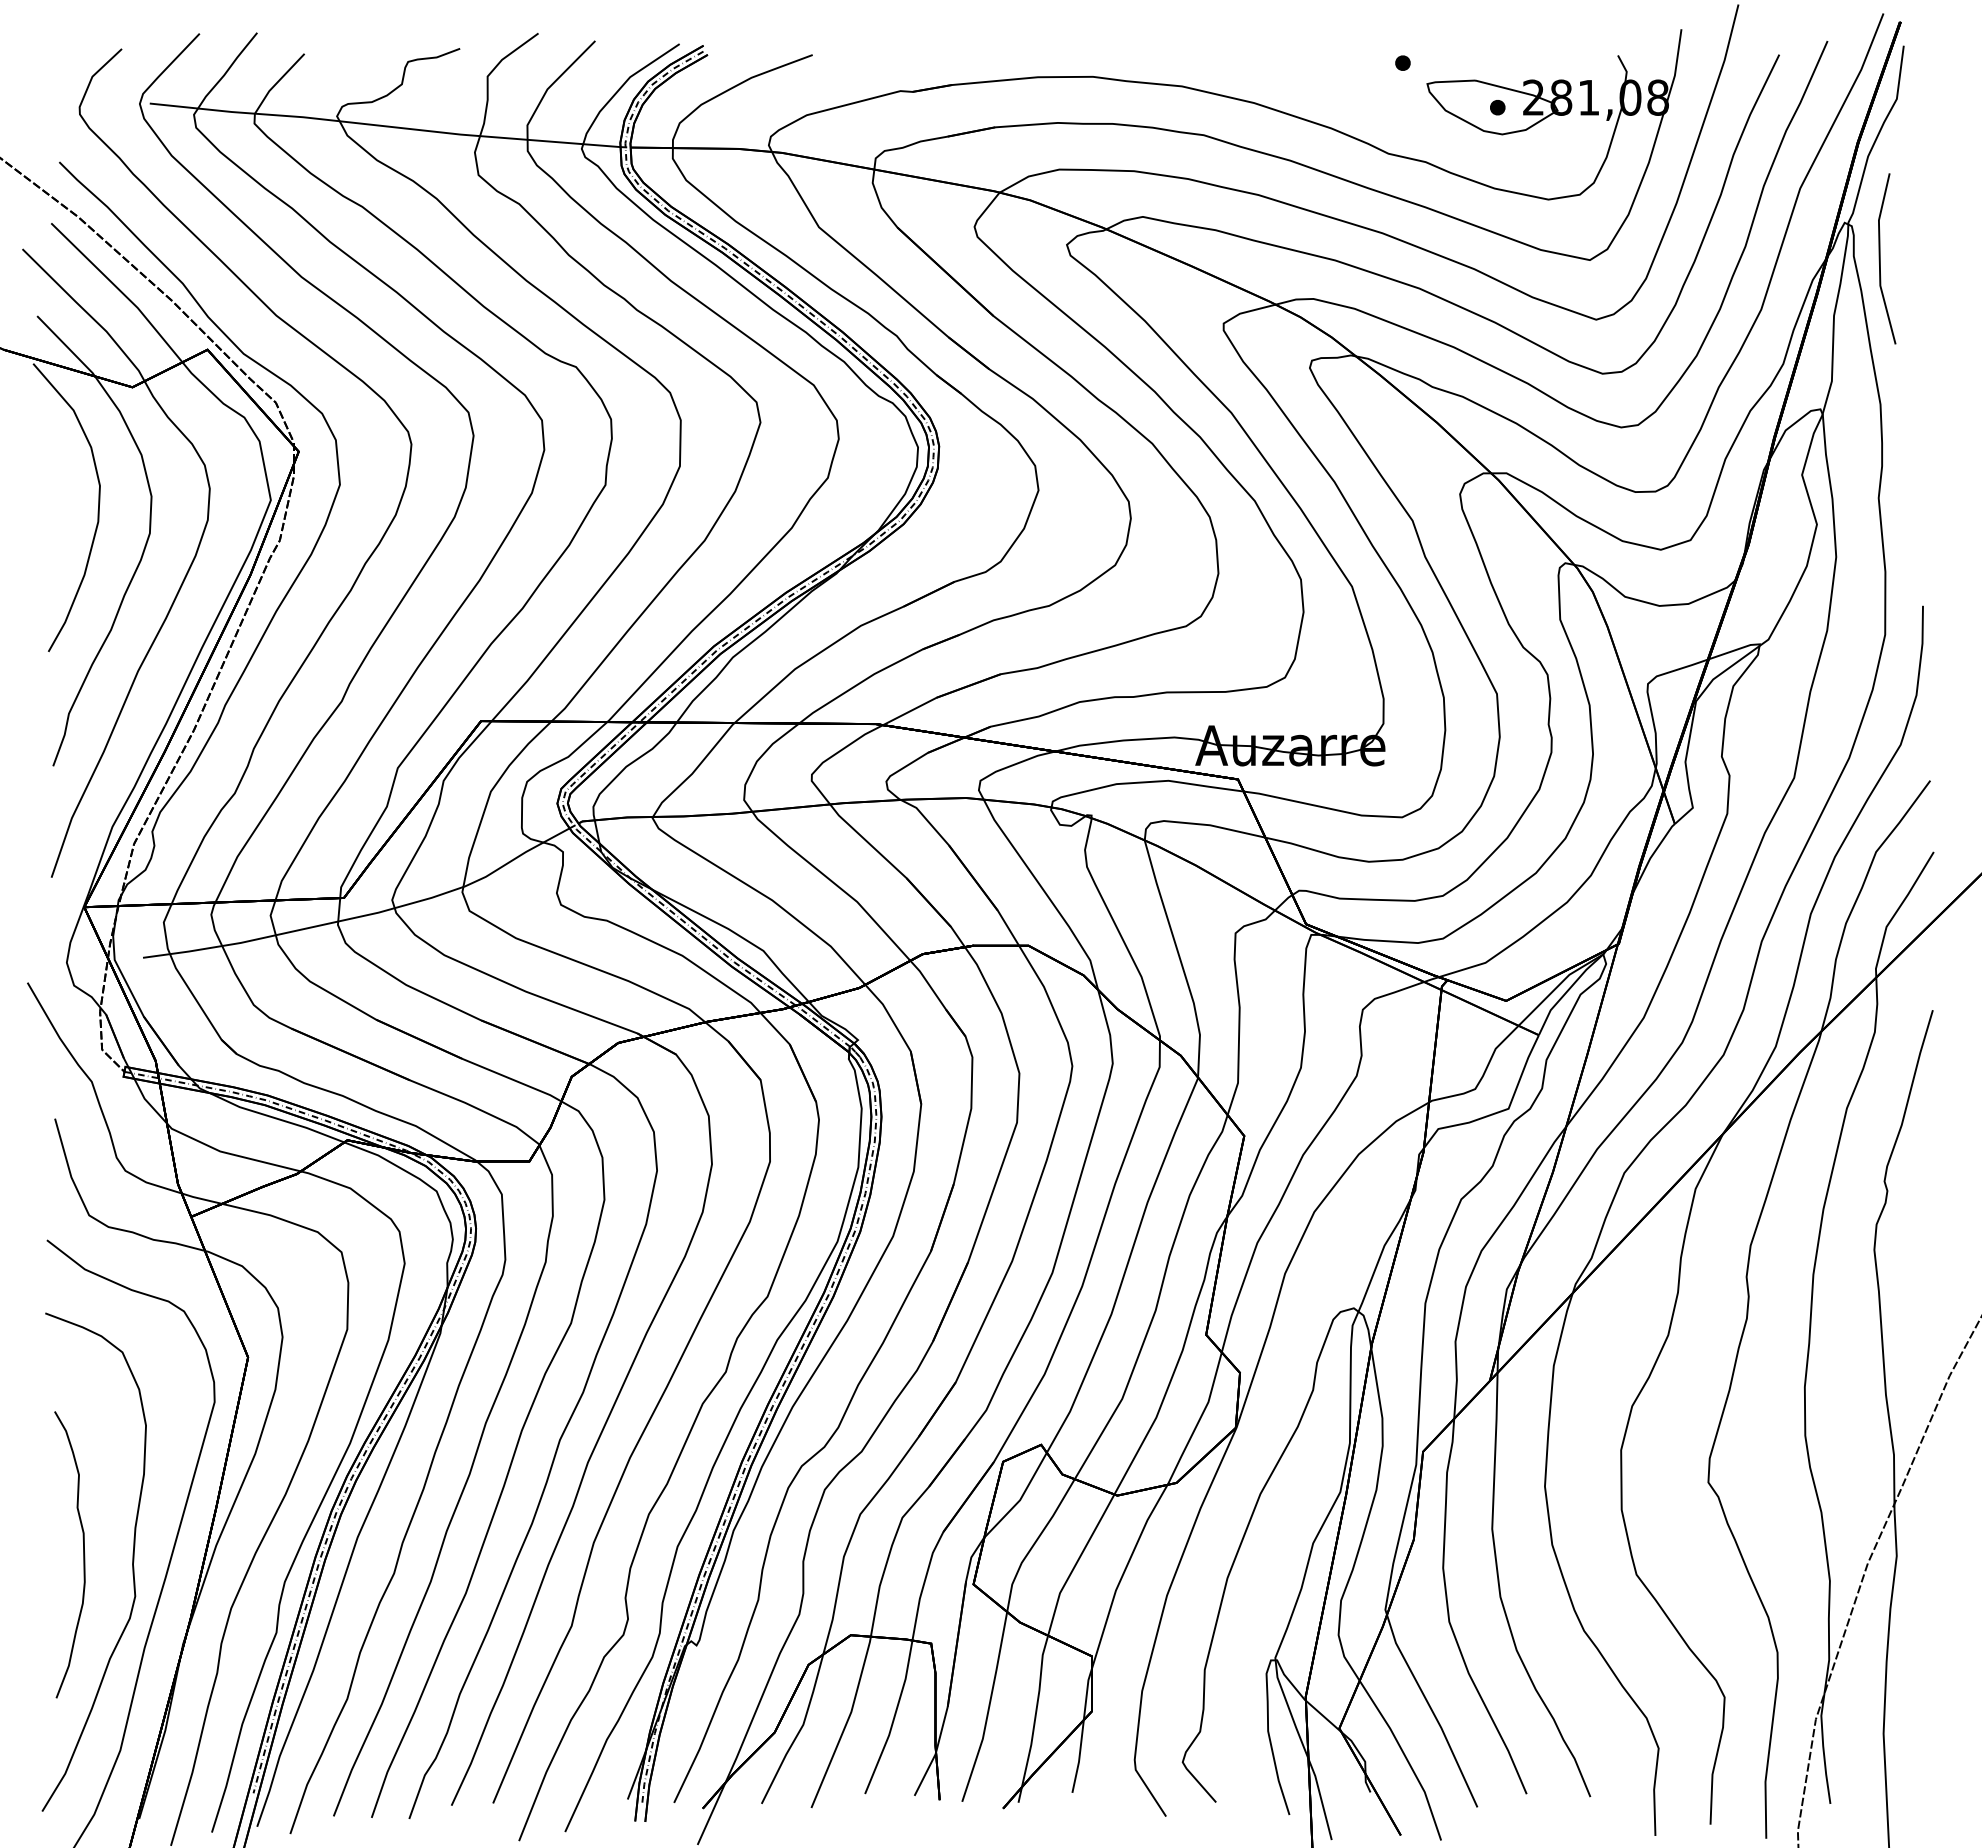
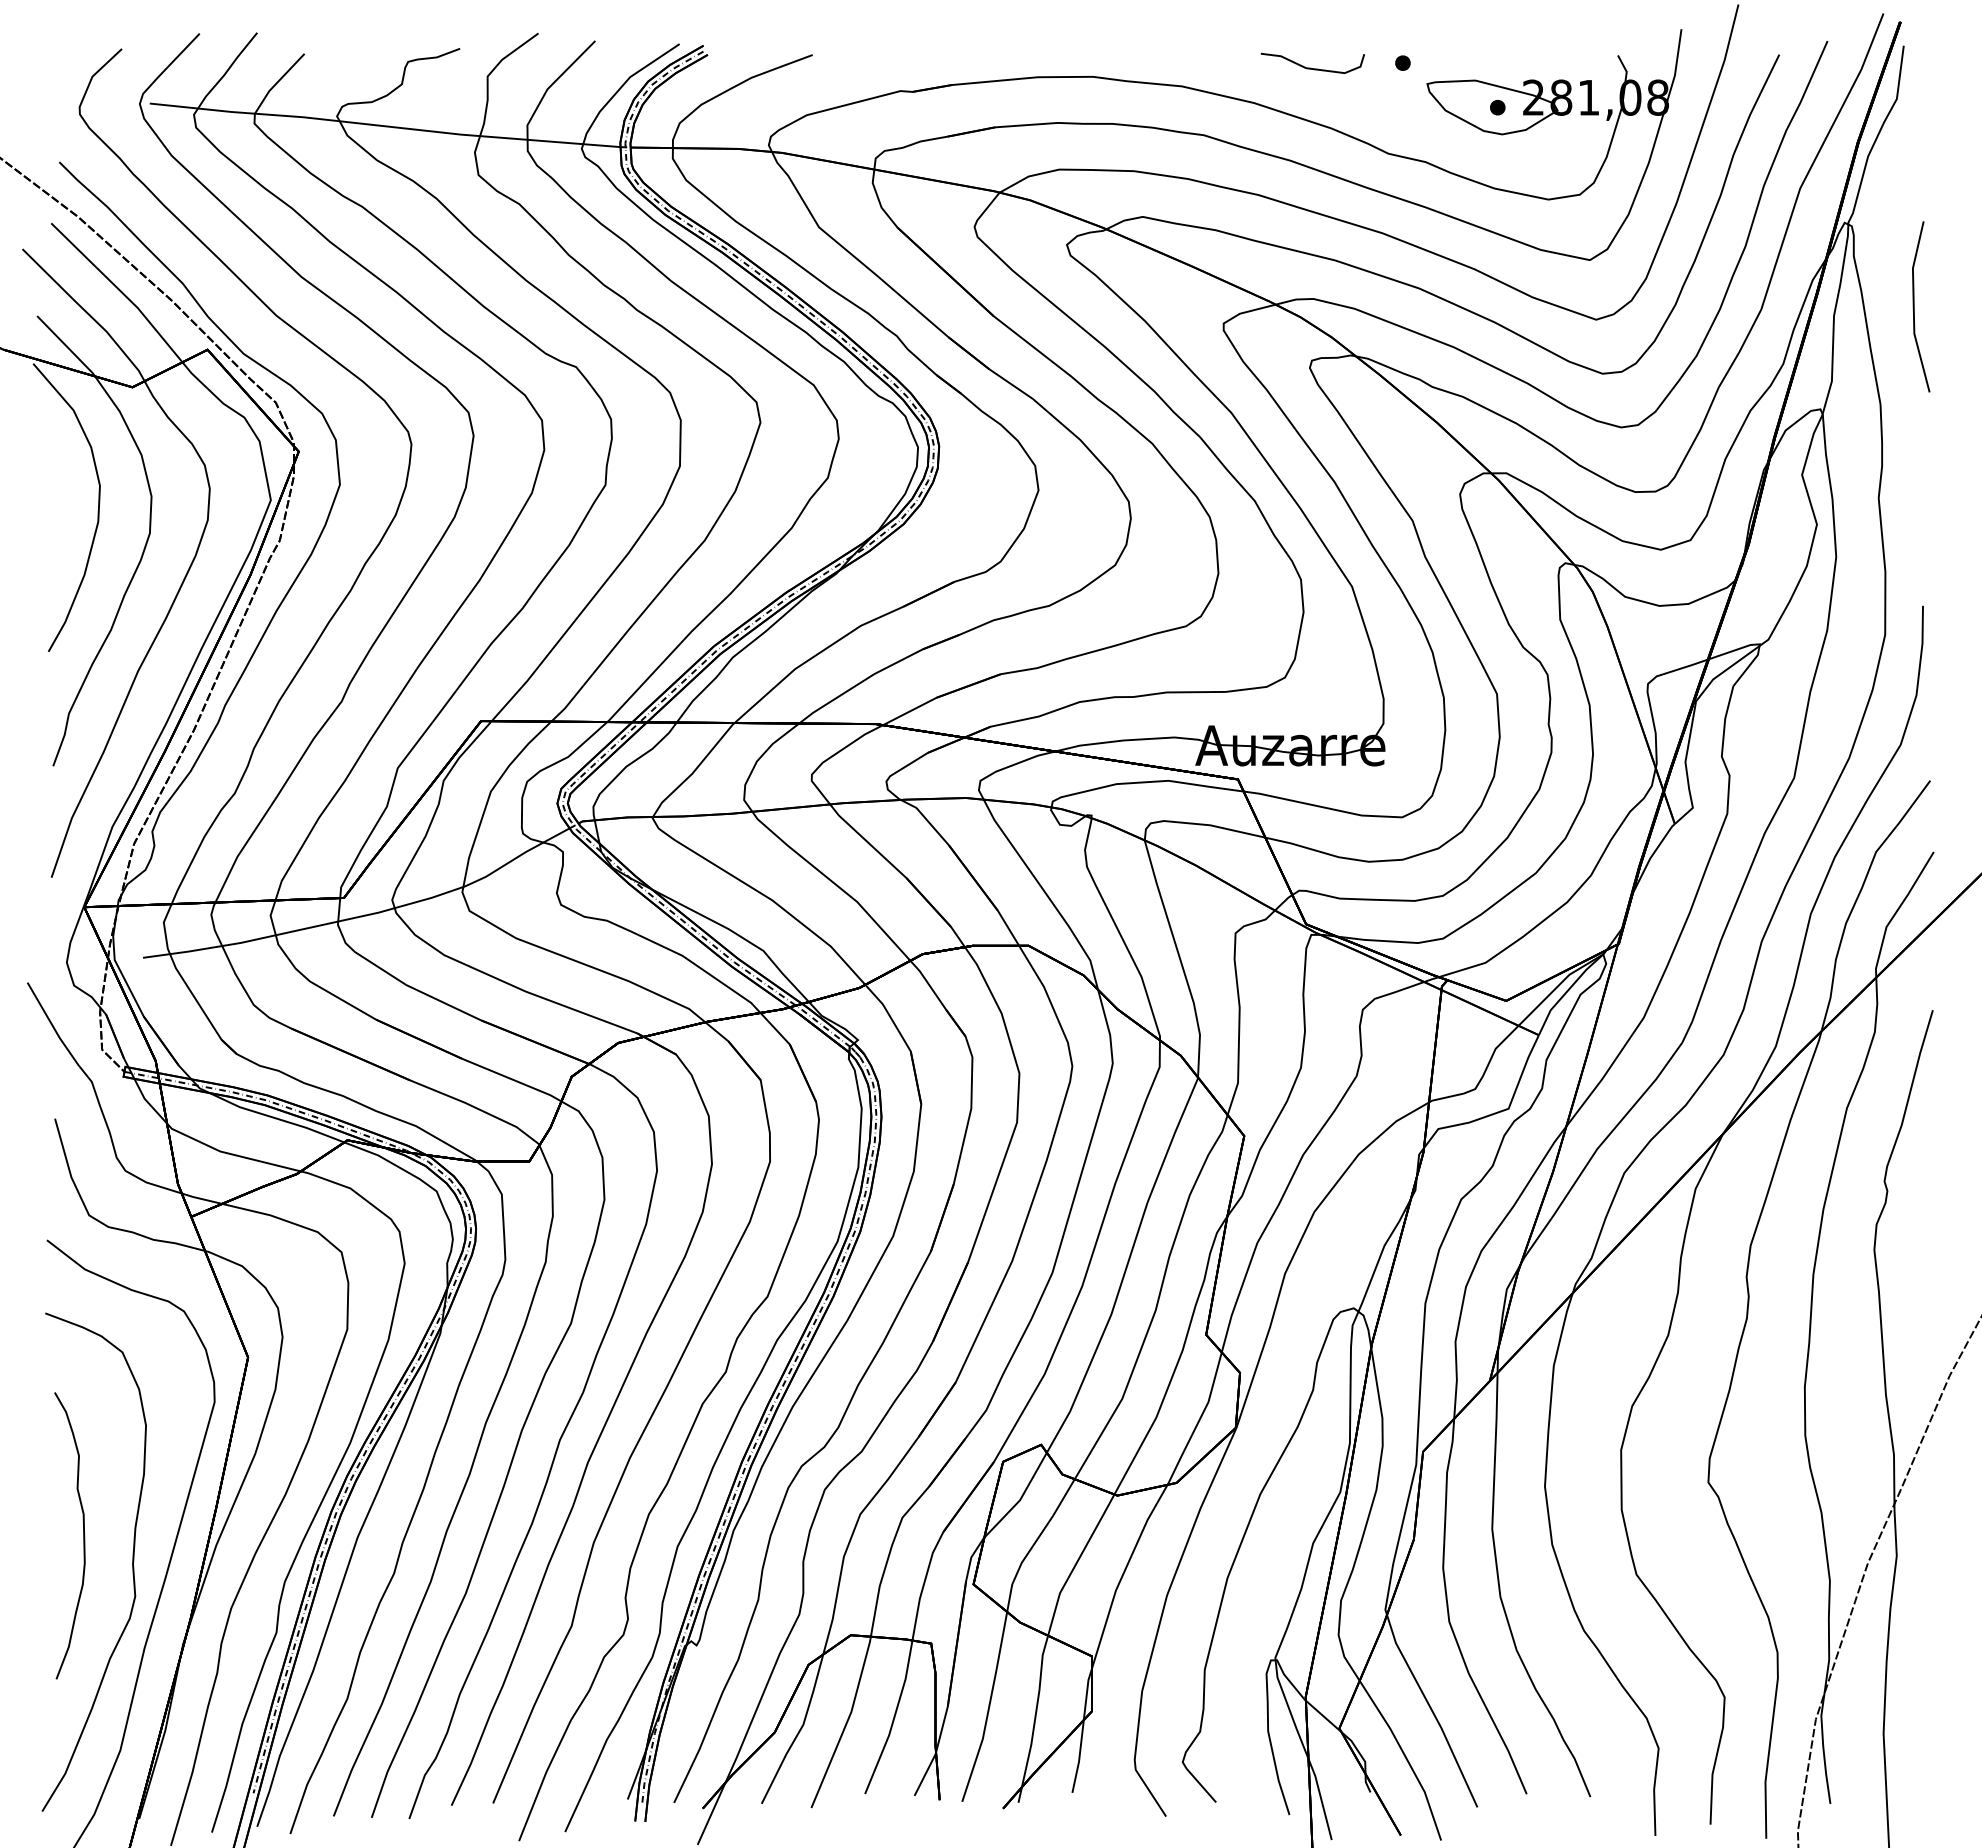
curve at (1310, 67): none -> present
line at (1880, 258) position: (1880, 258) -> (1914, 306)
curve at (83, 1554) position: (83, 1554) -> (83, 1535)
